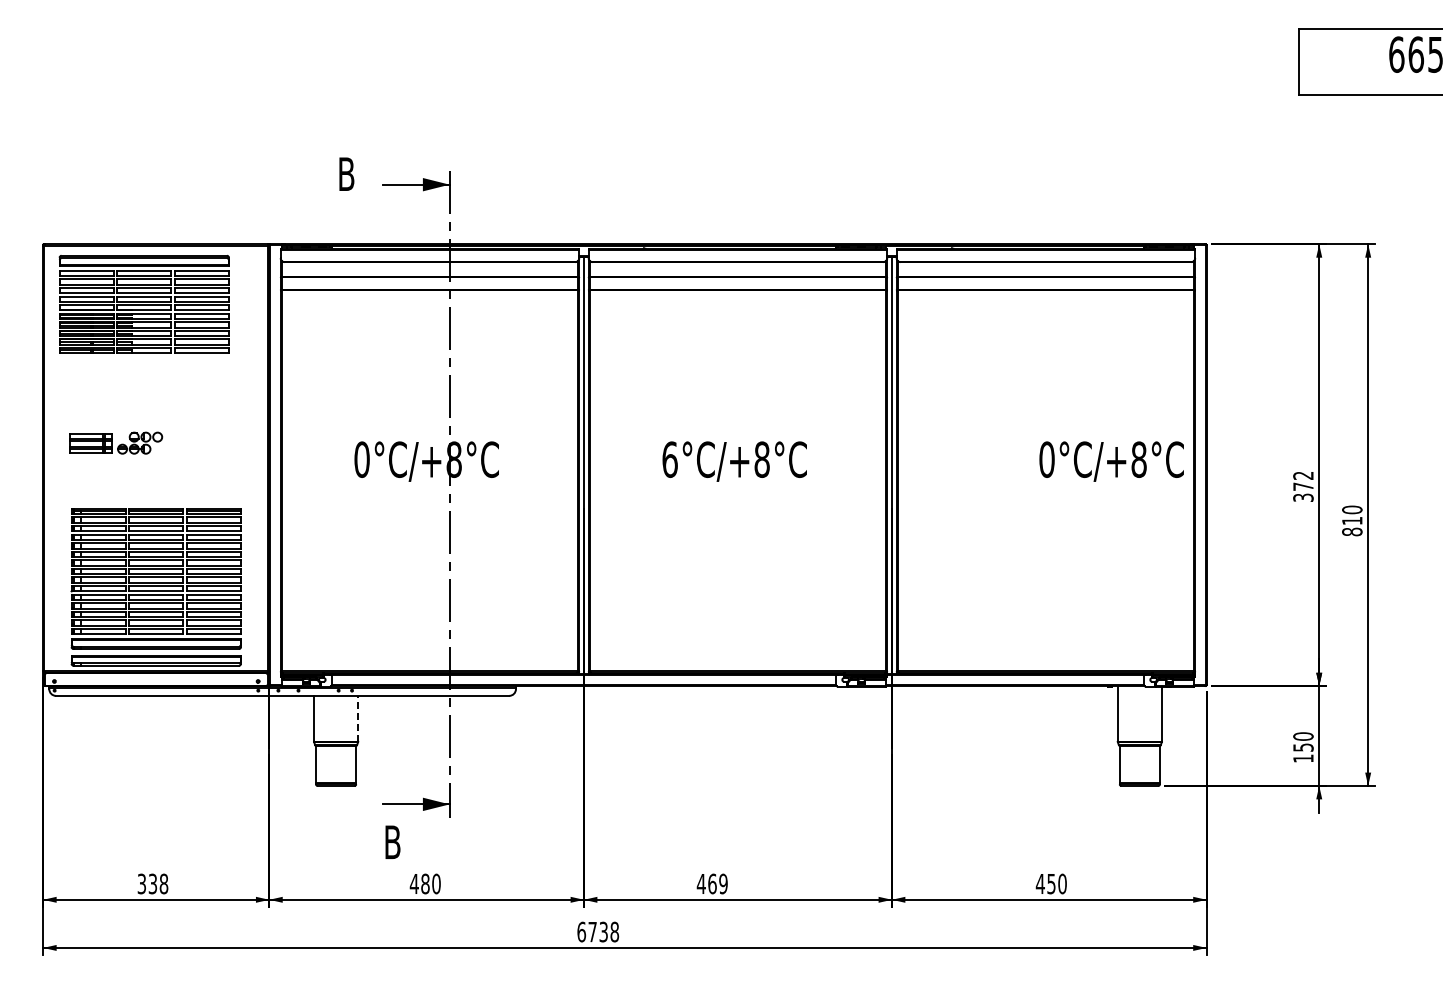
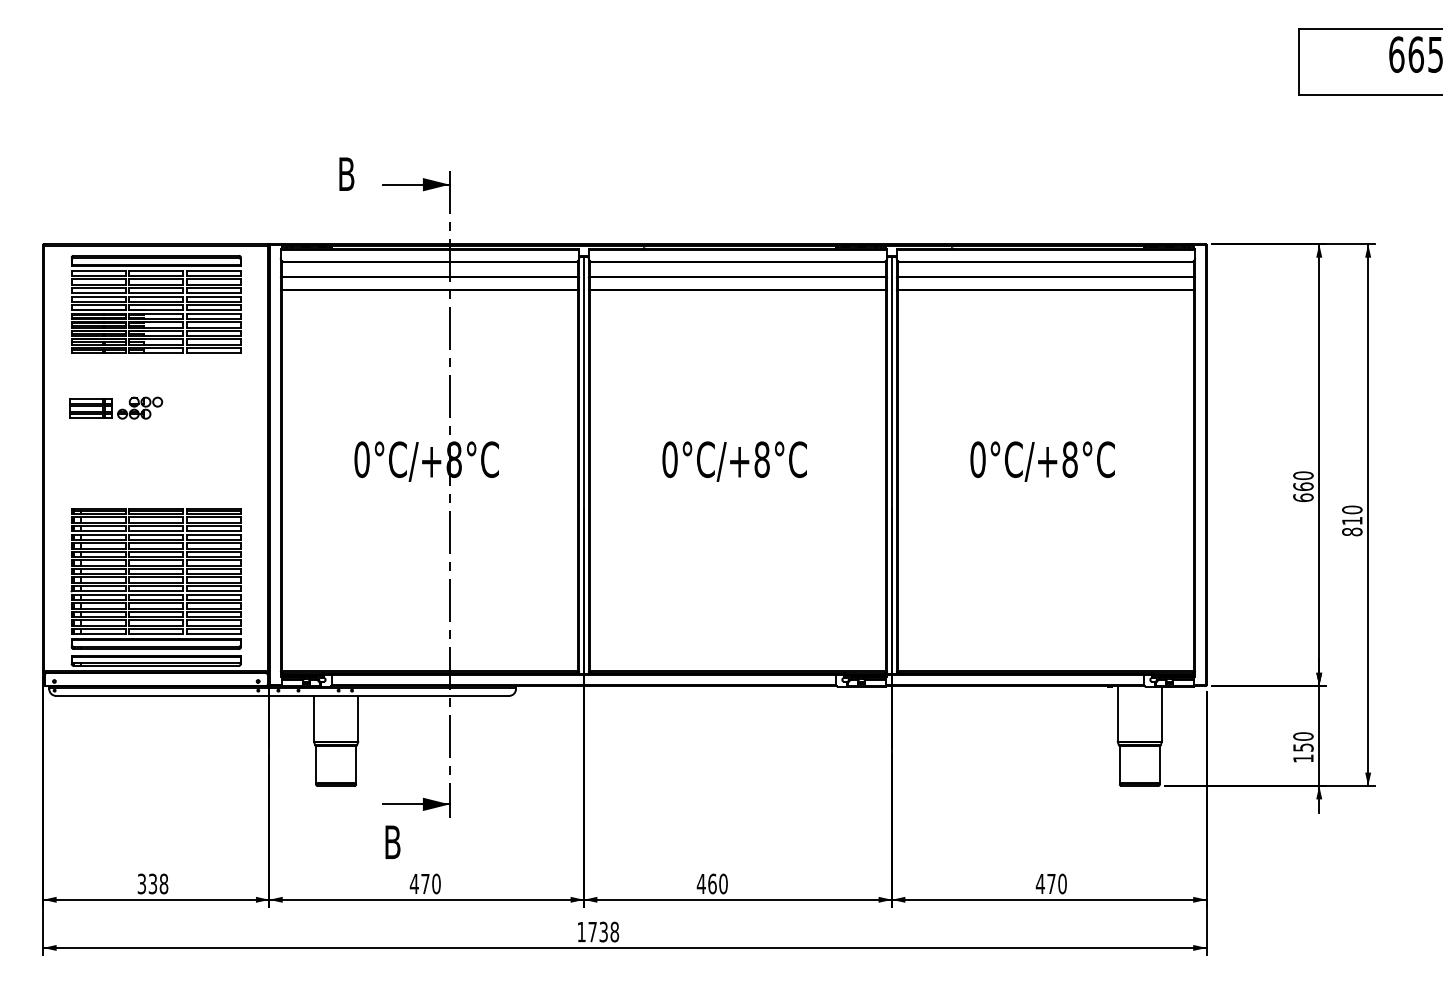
part at (143, 303) position: (143, 303) -> (155, 303)
part at (116, 442) position: (116, 442) -> (116, 407)
text at (669, 459): 6°C/+8°C -> 0°C/+8°C
text at (1111, 461) position: (1111, 461) -> (1042, 461)
text at (1303, 486): 372 -> 660
line at (358, 718): dashed -> solid
text at (425, 883): 480 -> 470
text at (723, 884): 469 -> 460
text at (1051, 884): 450 -> 470
text at (581, 931): 6738 -> 1738
